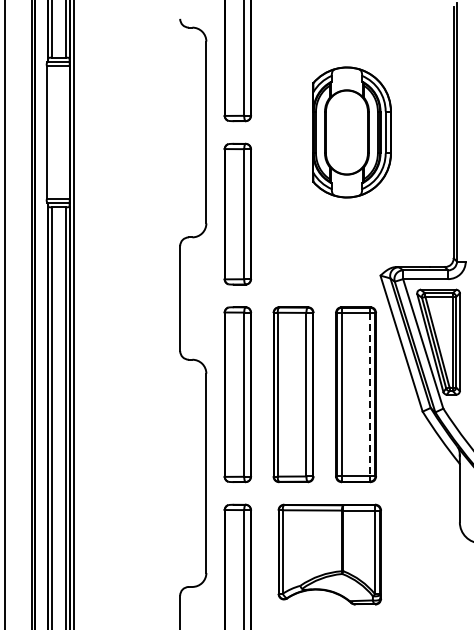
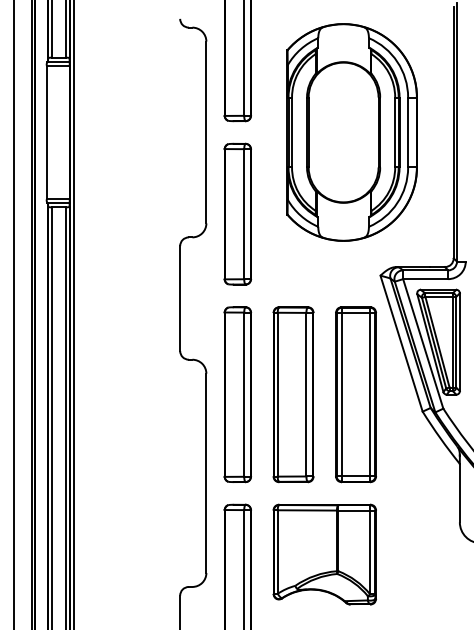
part at (351, 132) size: 80x133 px -> 132x219 px
line at (5, 314) position: (5, 314) -> (14, 314)
line at (370, 394): dashed -> solid
part at (329, 554) position: (329, 554) -> (324, 554)
